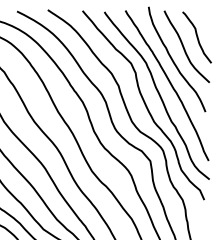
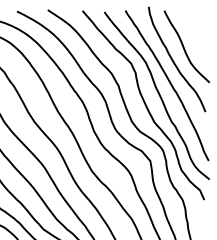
curve at (196, 37): present -> none
